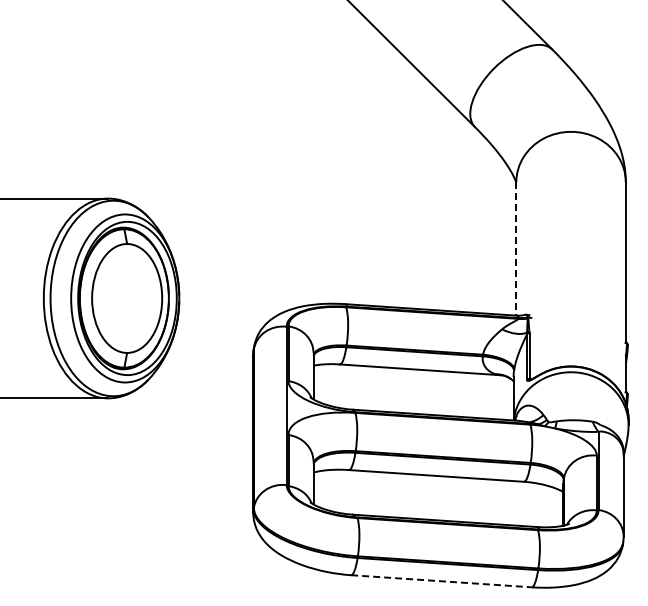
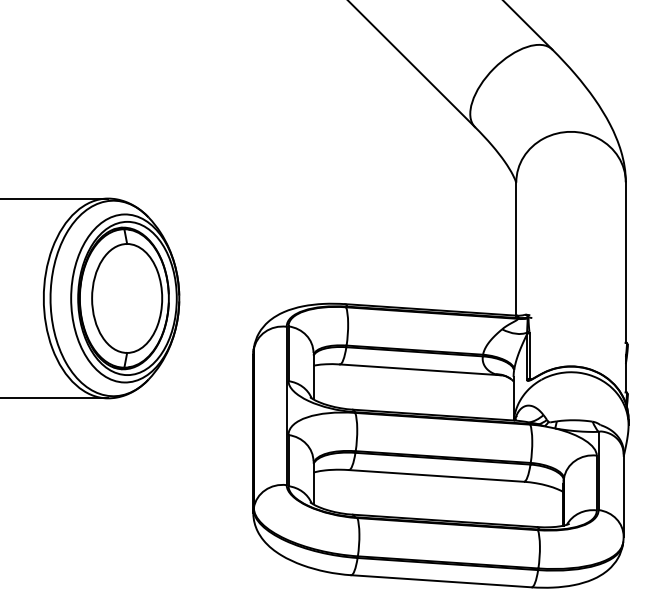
line at (516, 248): dashed -> solid
line at (441, 581): dashed -> solid
